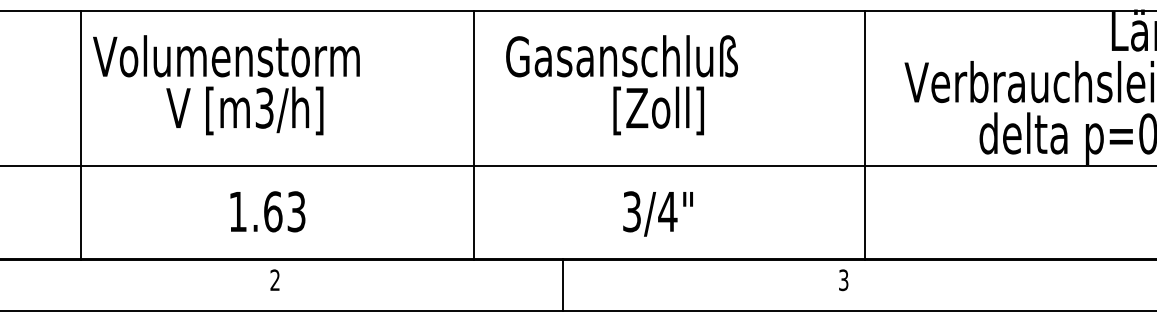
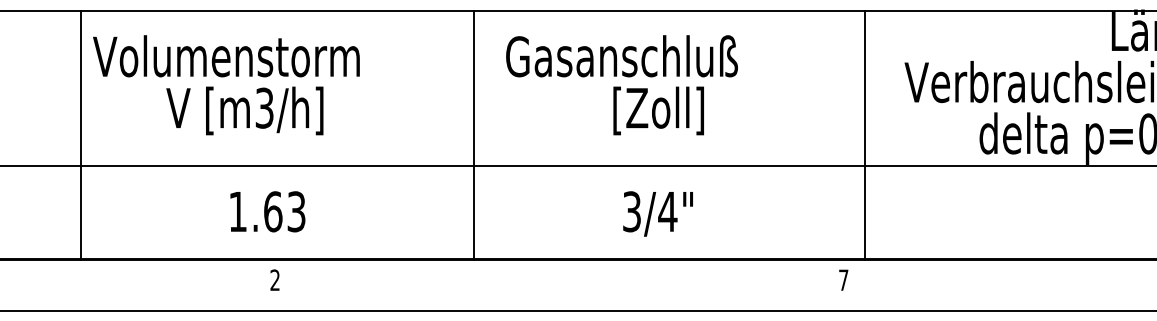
text at (843, 280): 3 -> 7
line at (562, 285): present -> none
